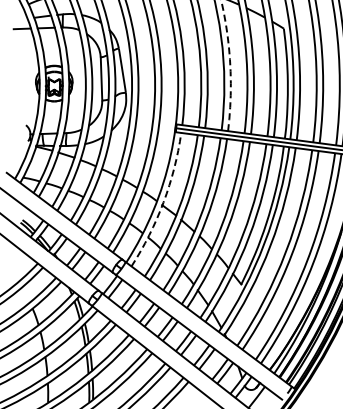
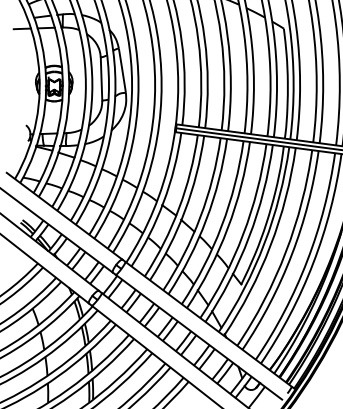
arc at (230, 65): dashed -> solid
arc at (163, 202): dashed -> solid
